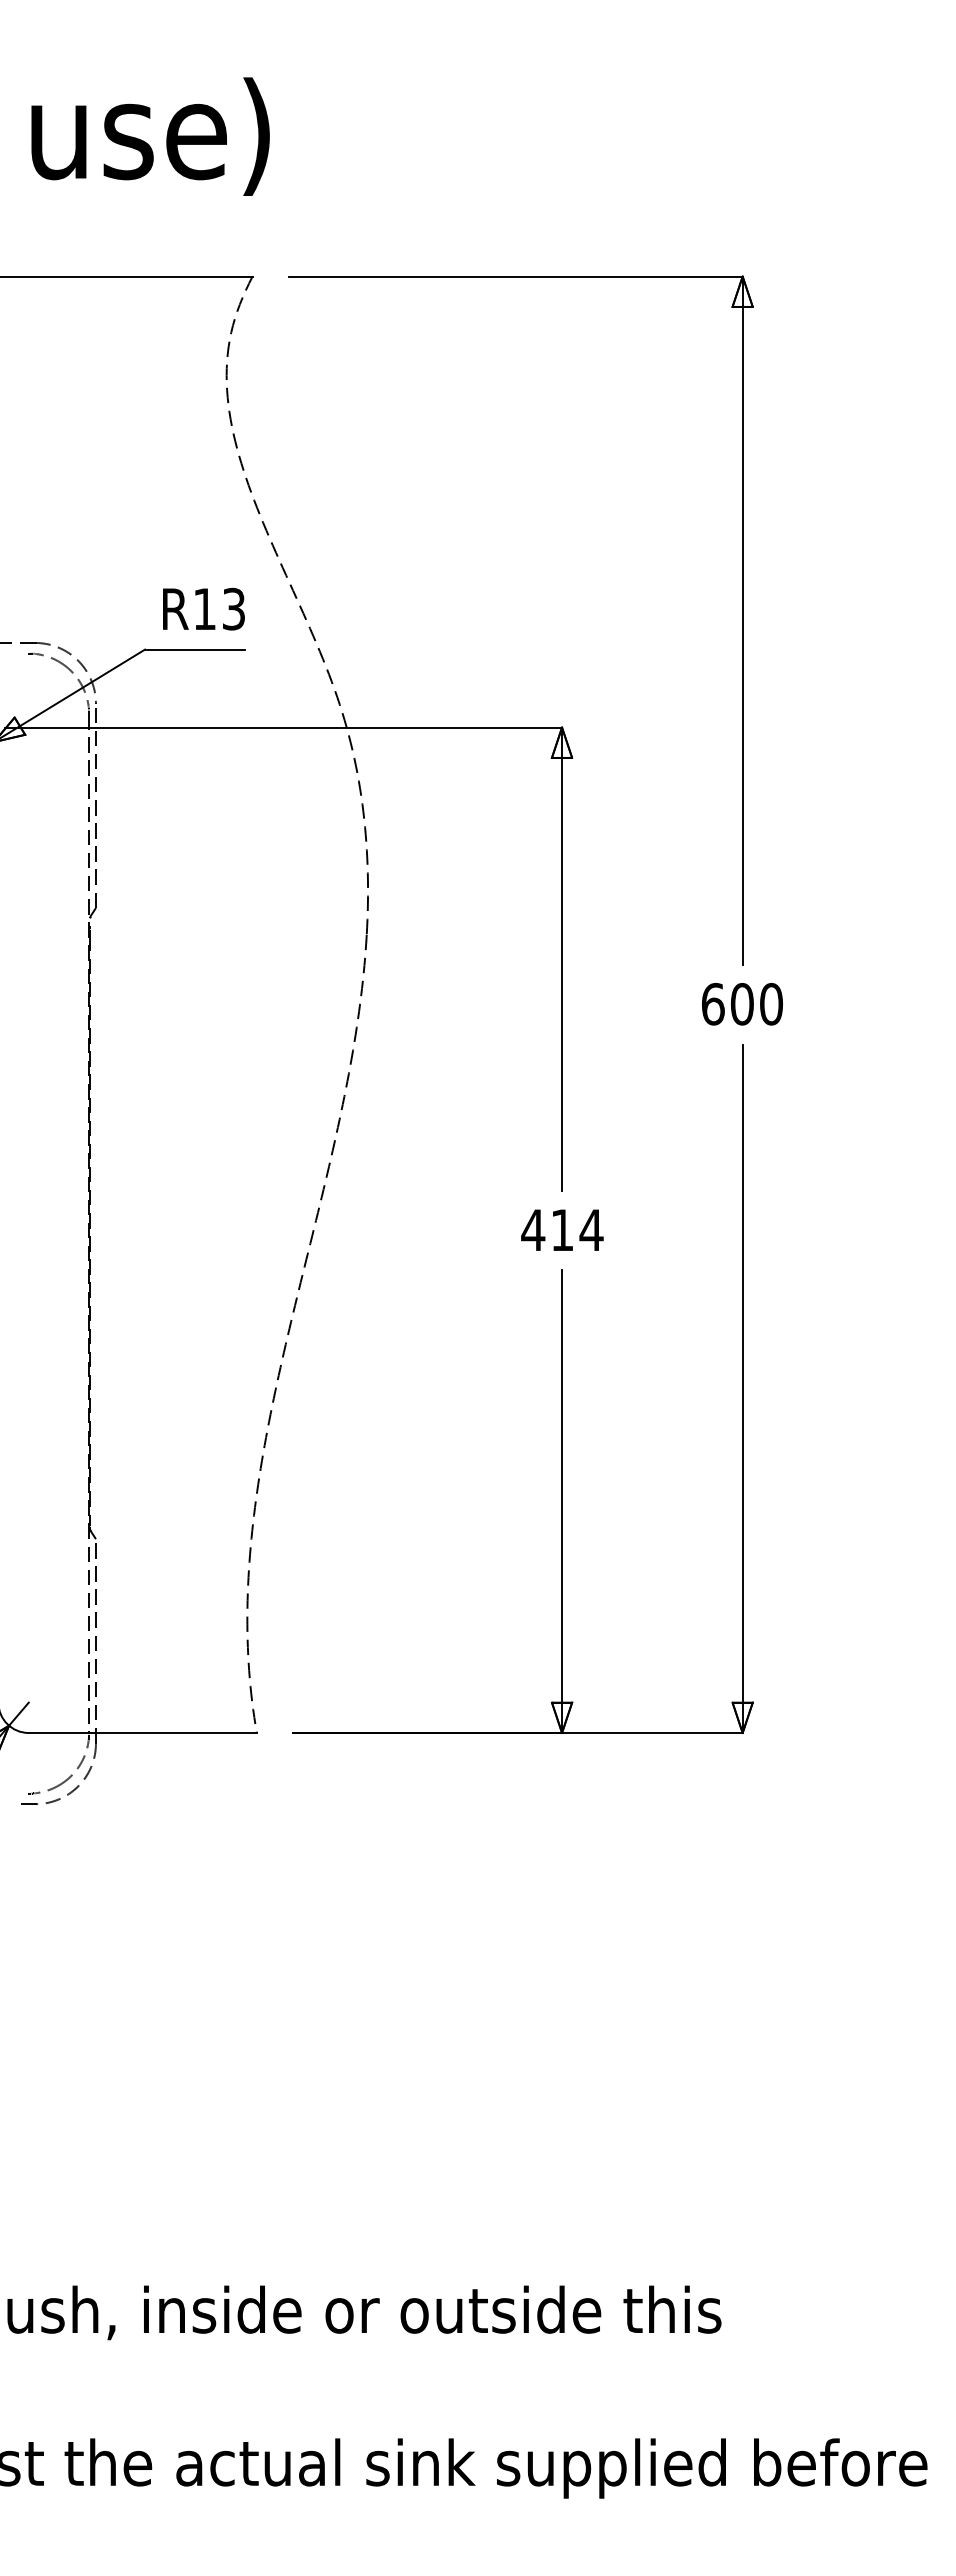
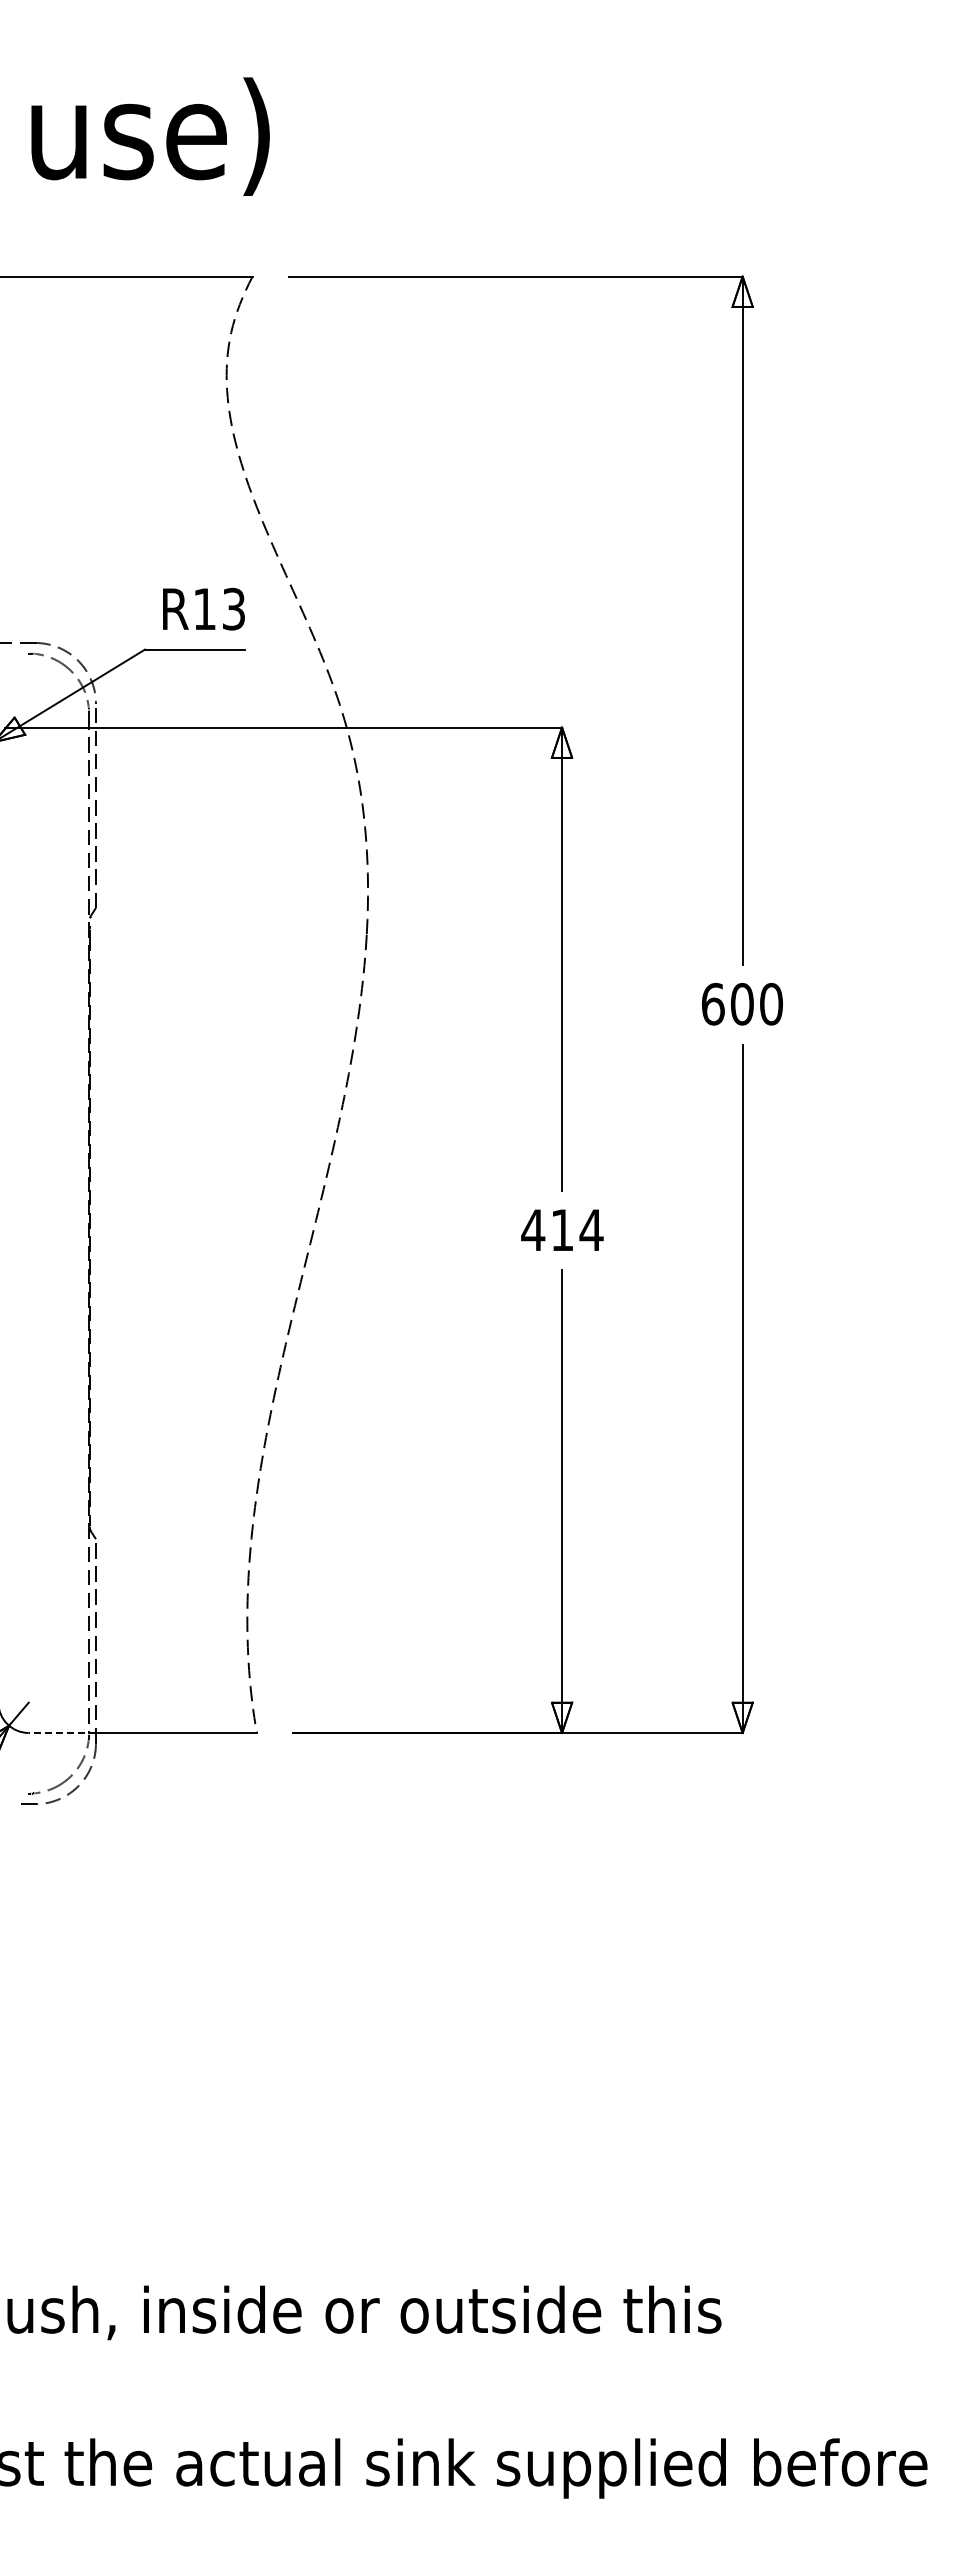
line at (62, 1732): solid -> dashed
